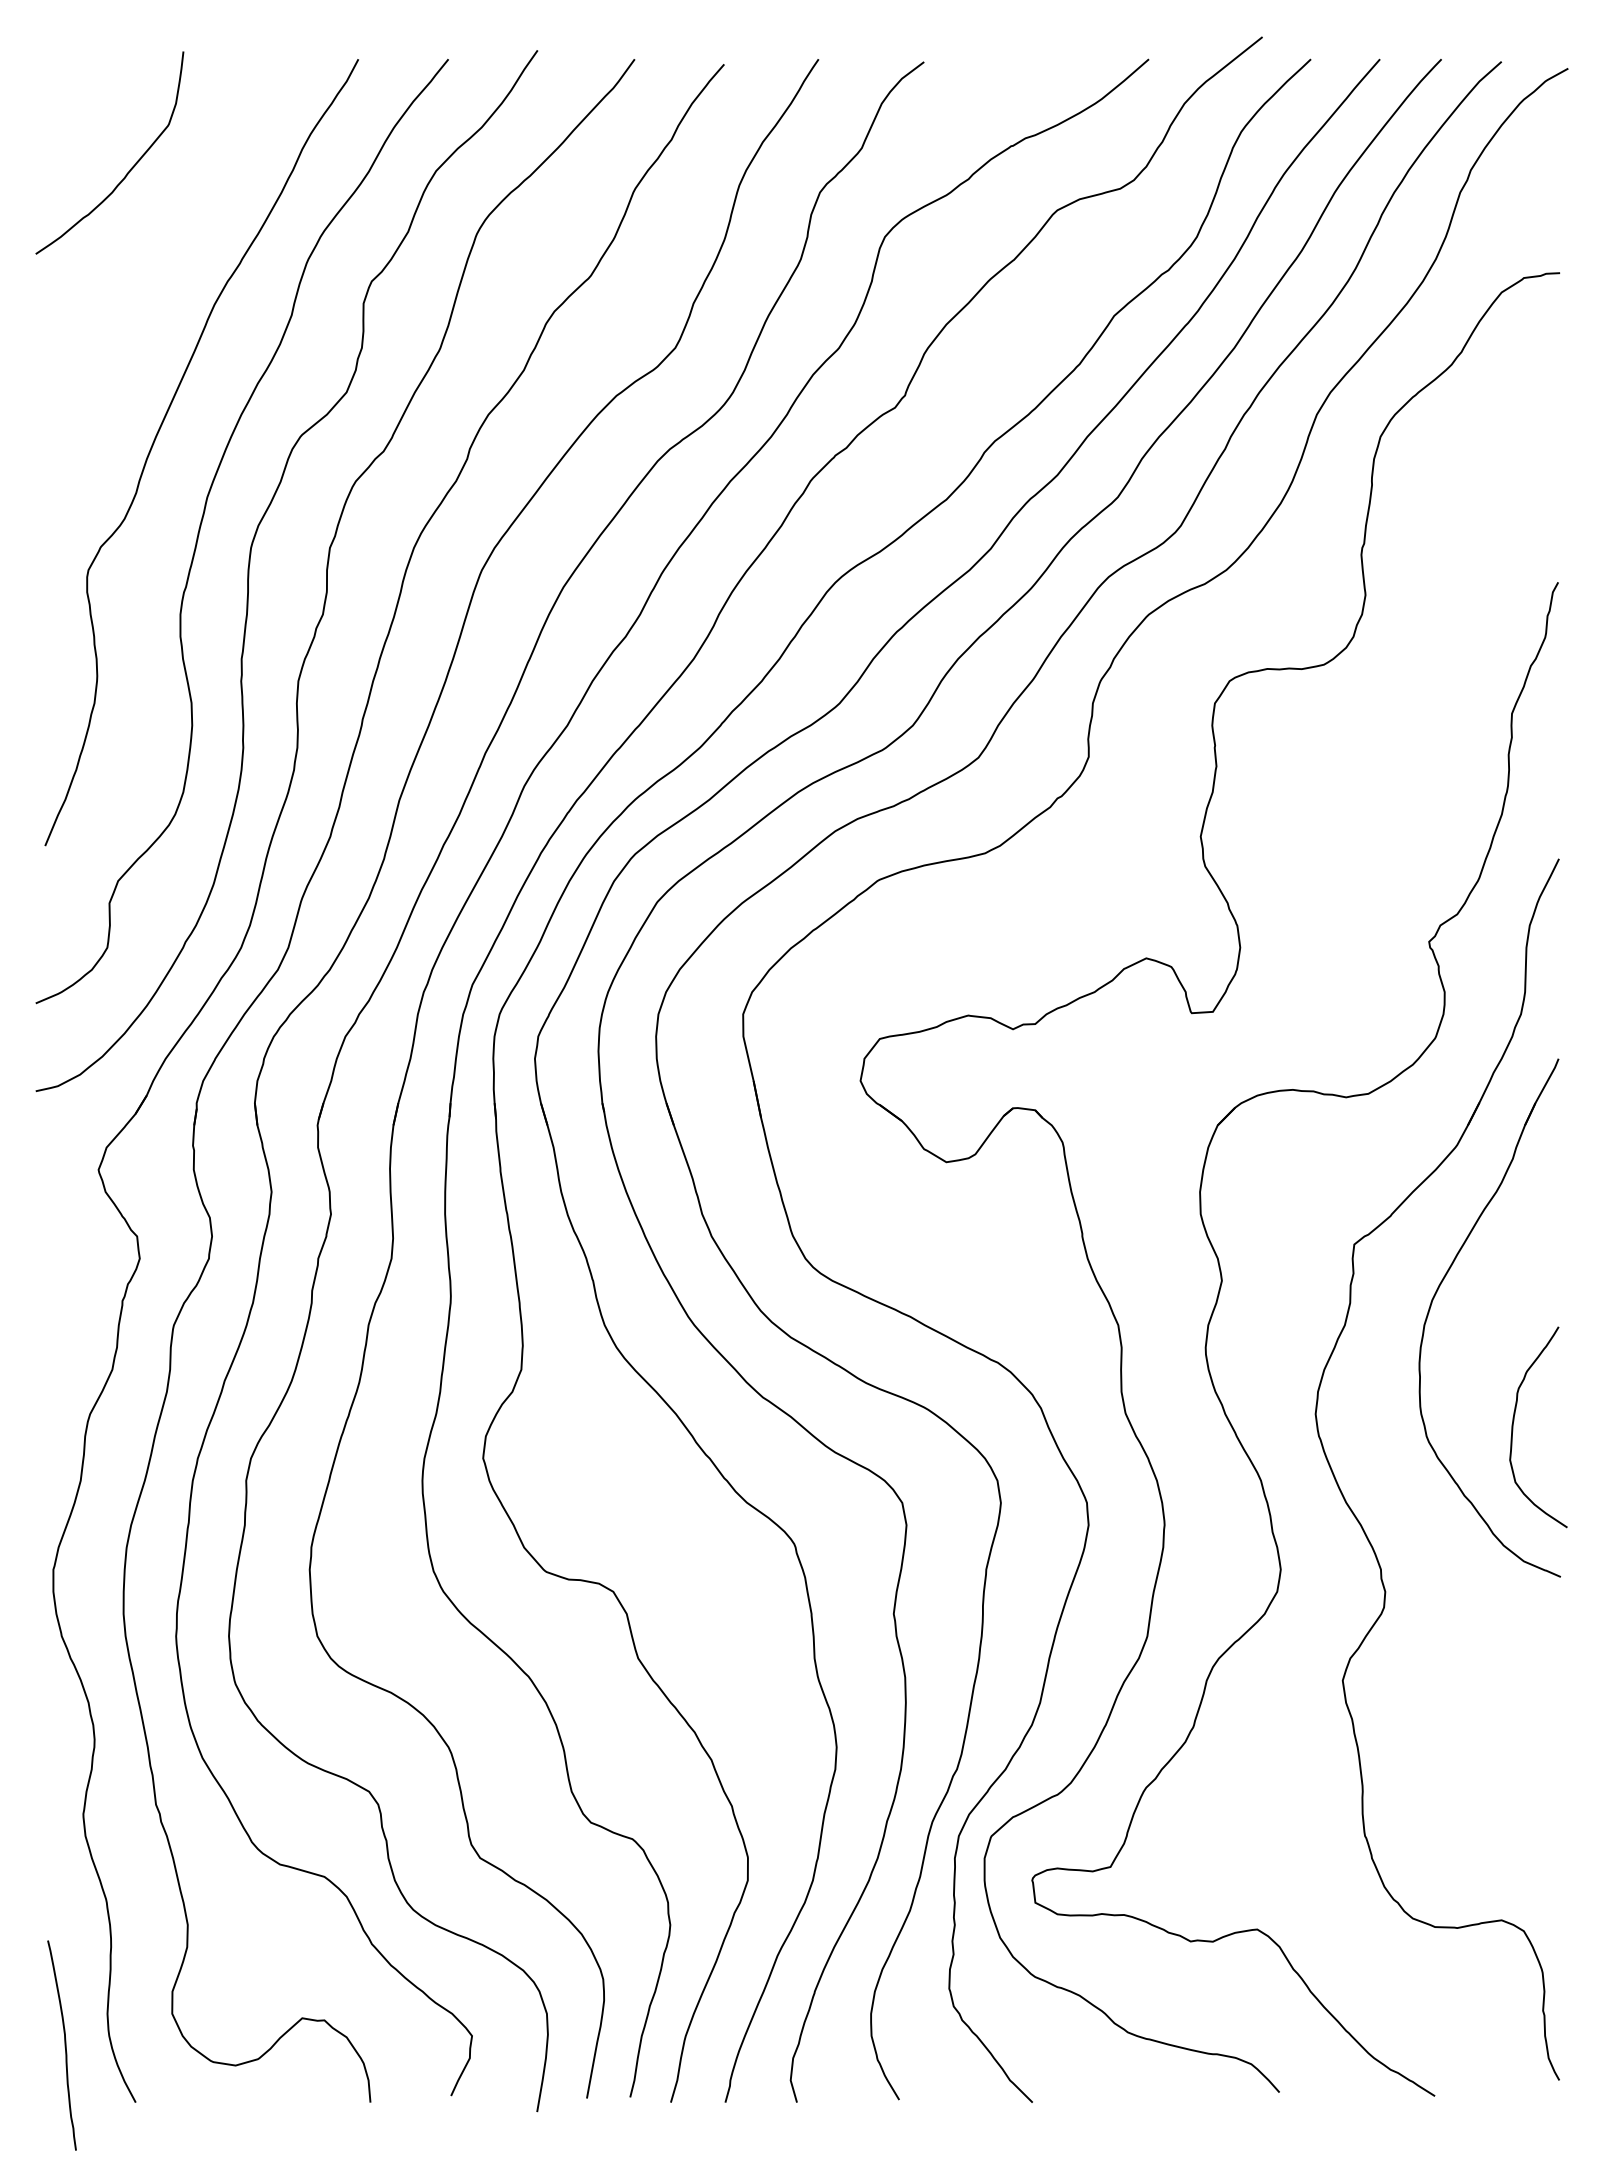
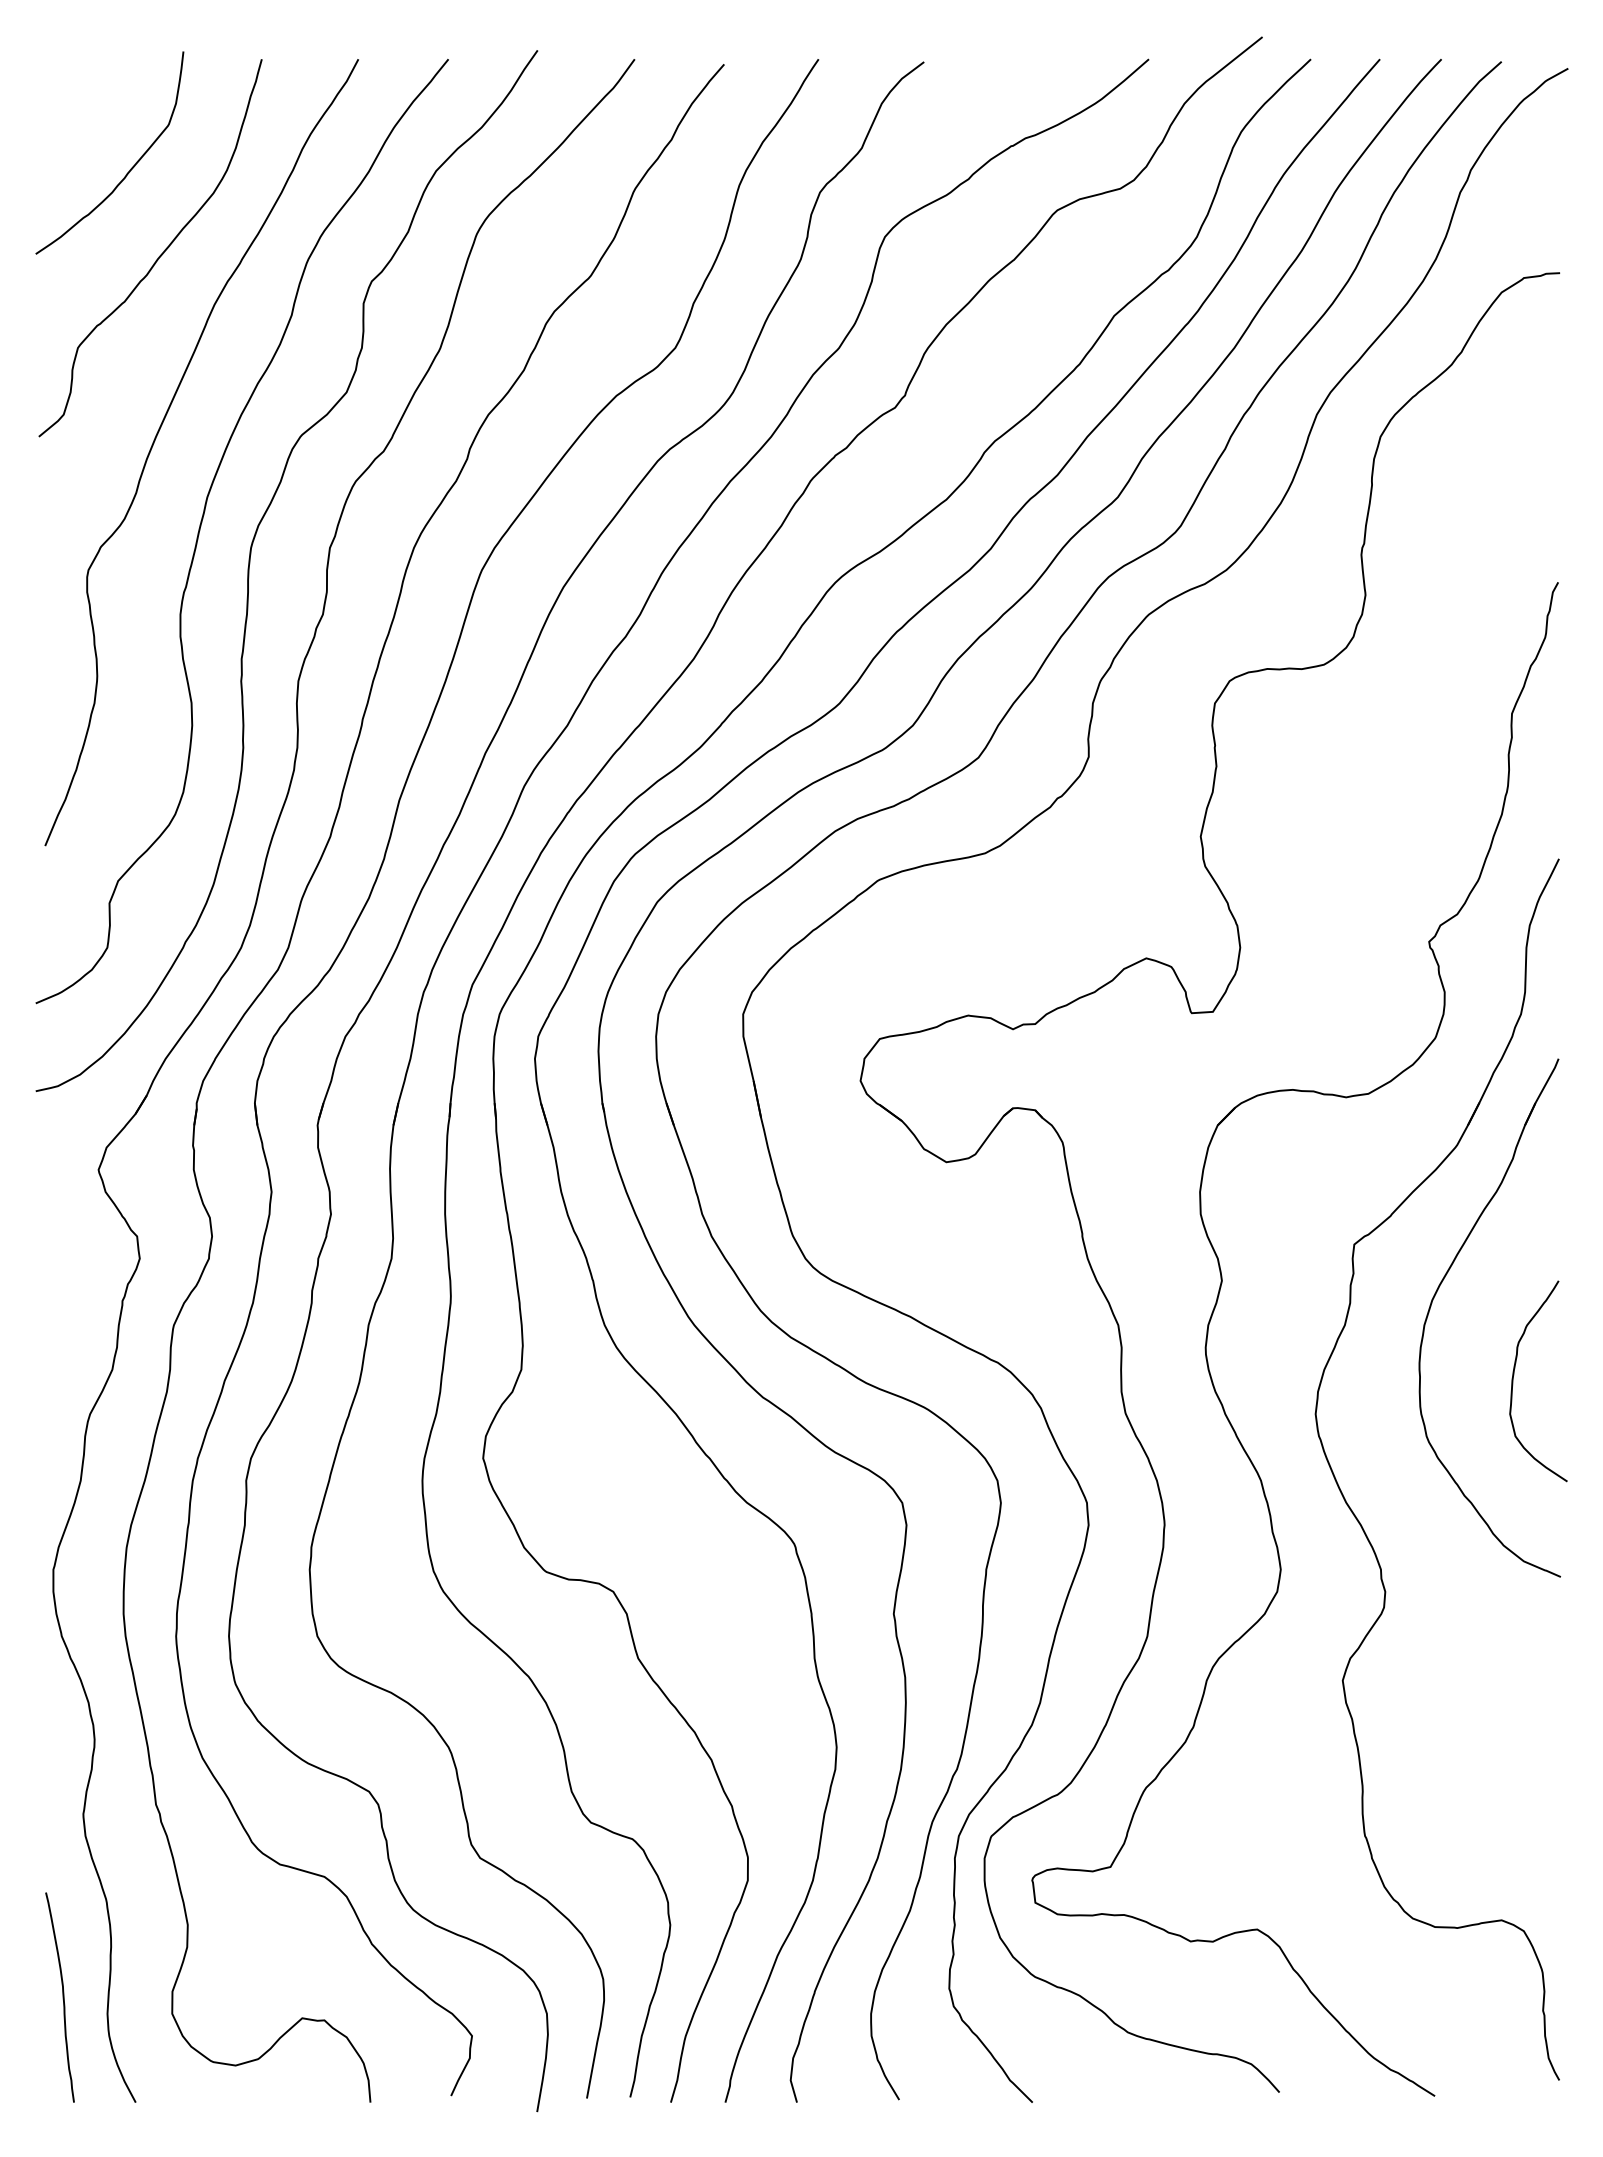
curve at (158, 256): none -> present
curve at (1514, 1421) position: (1514, 1421) -> (1514, 1375)
curve at (64, 2045) position: (64, 2045) -> (62, 1997)
